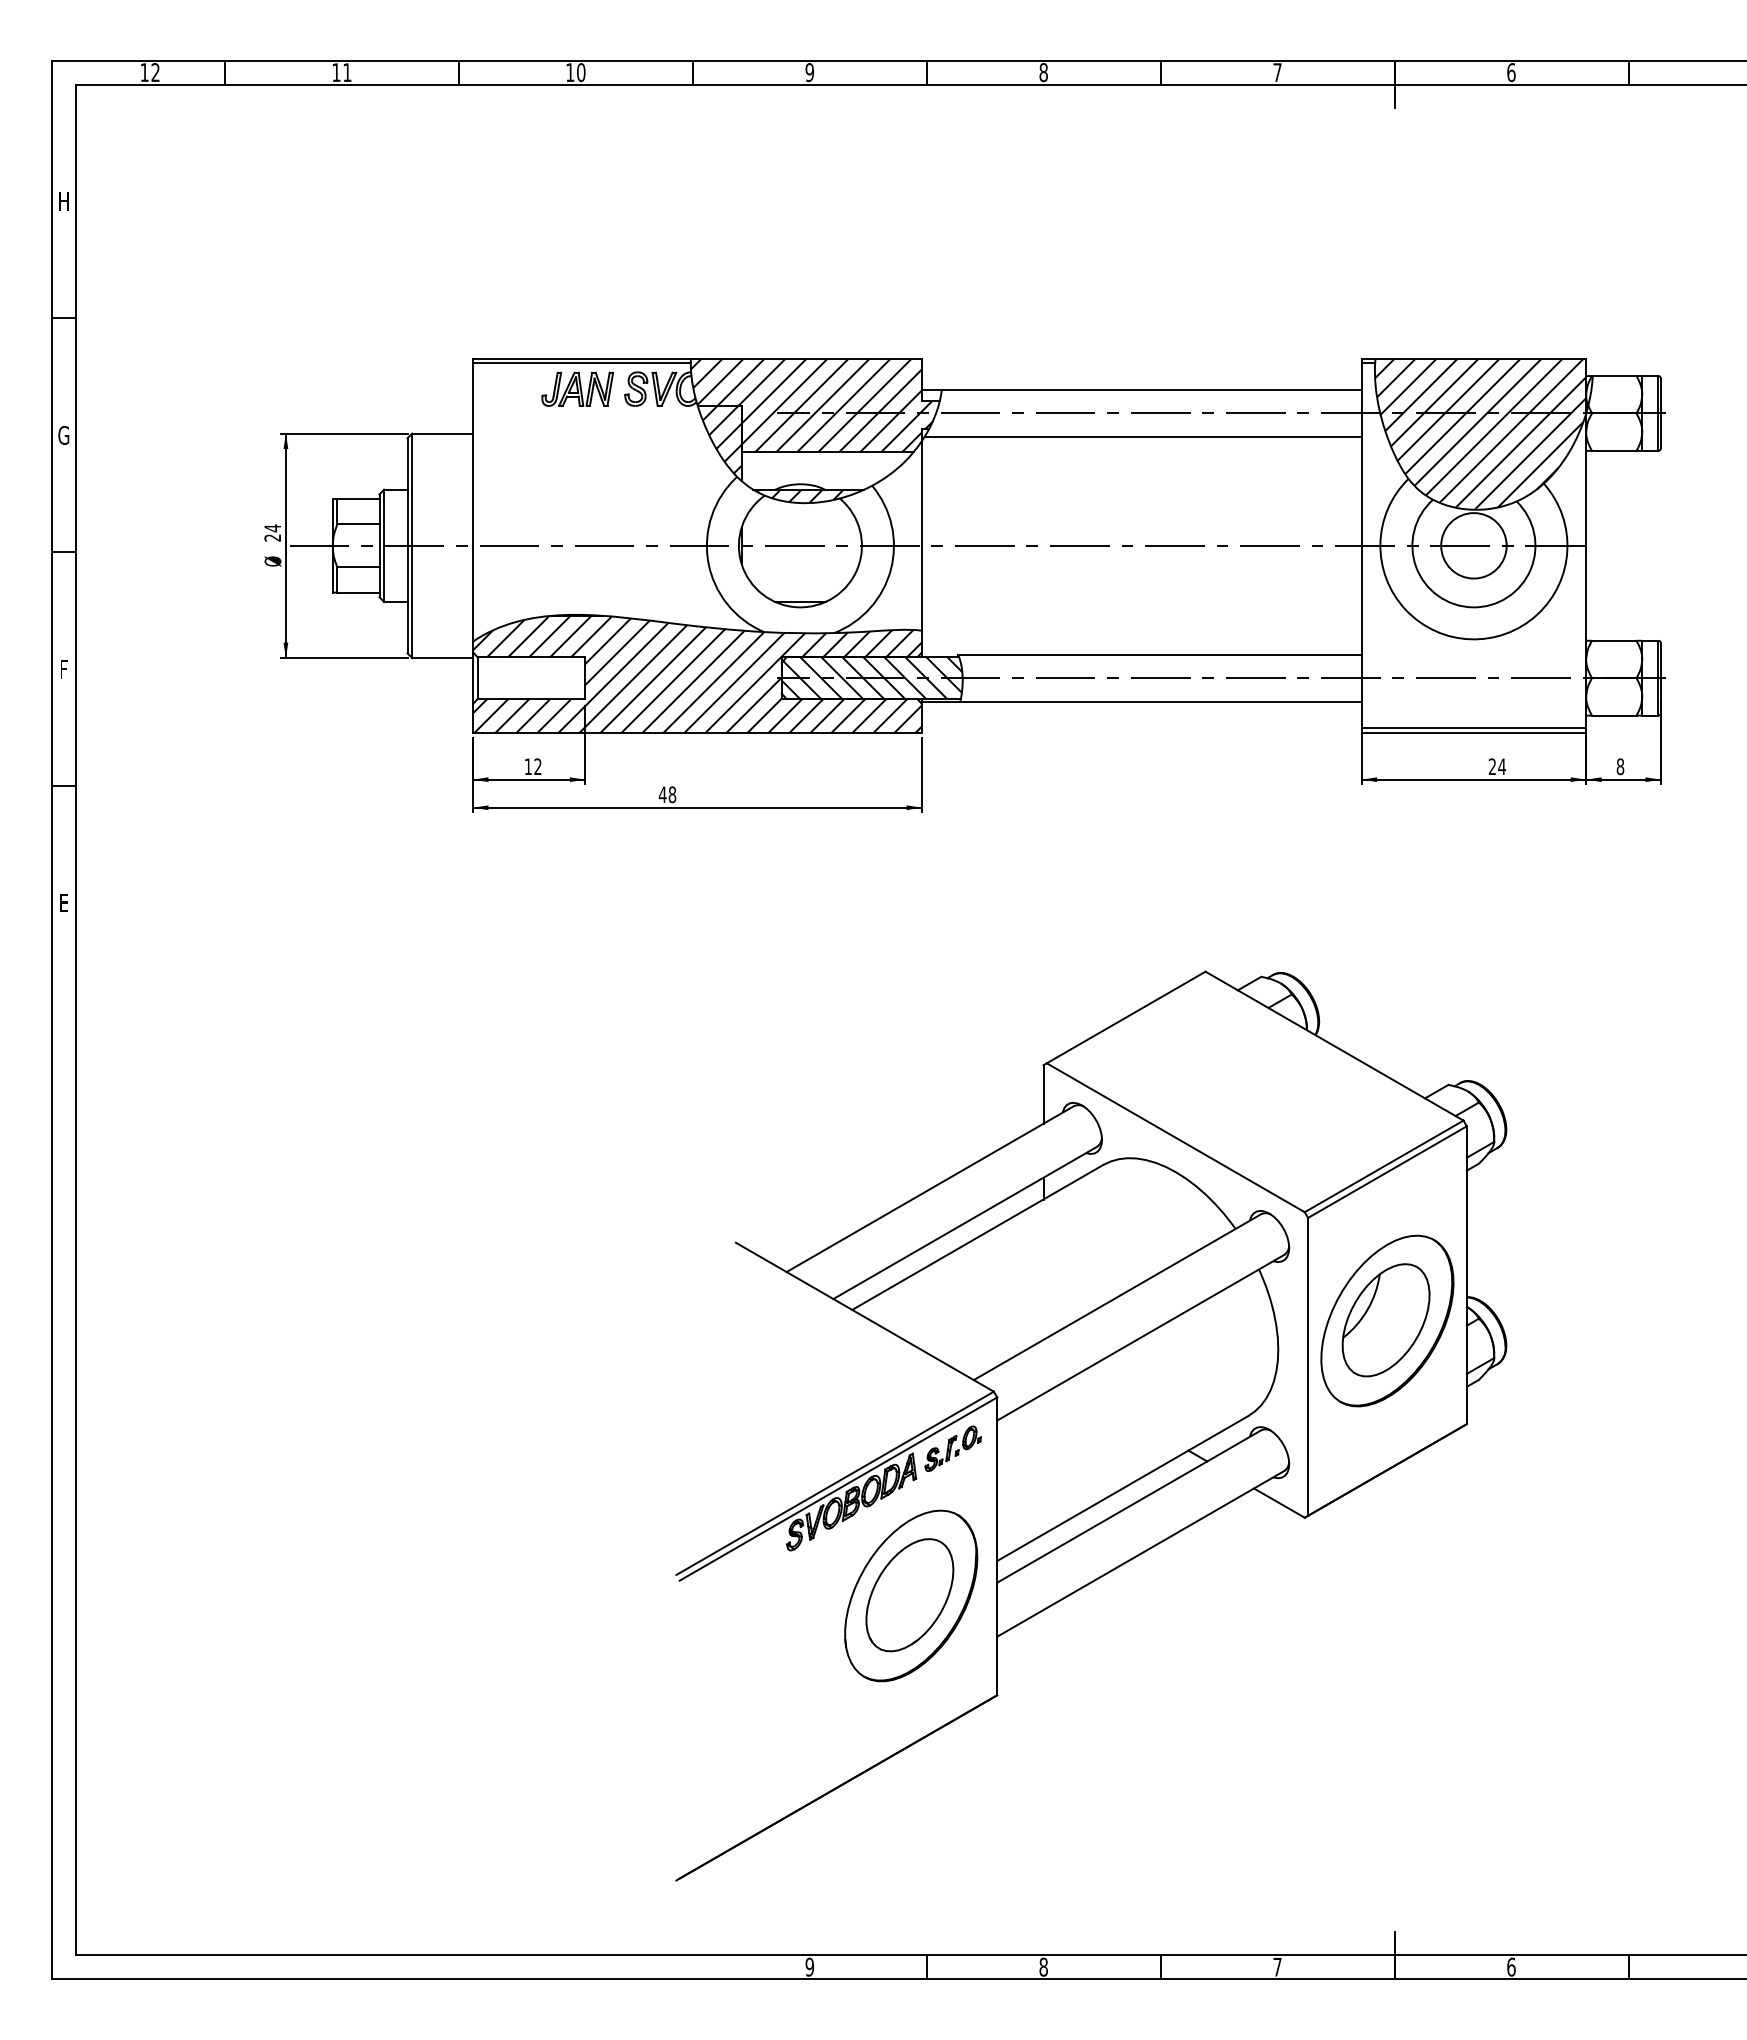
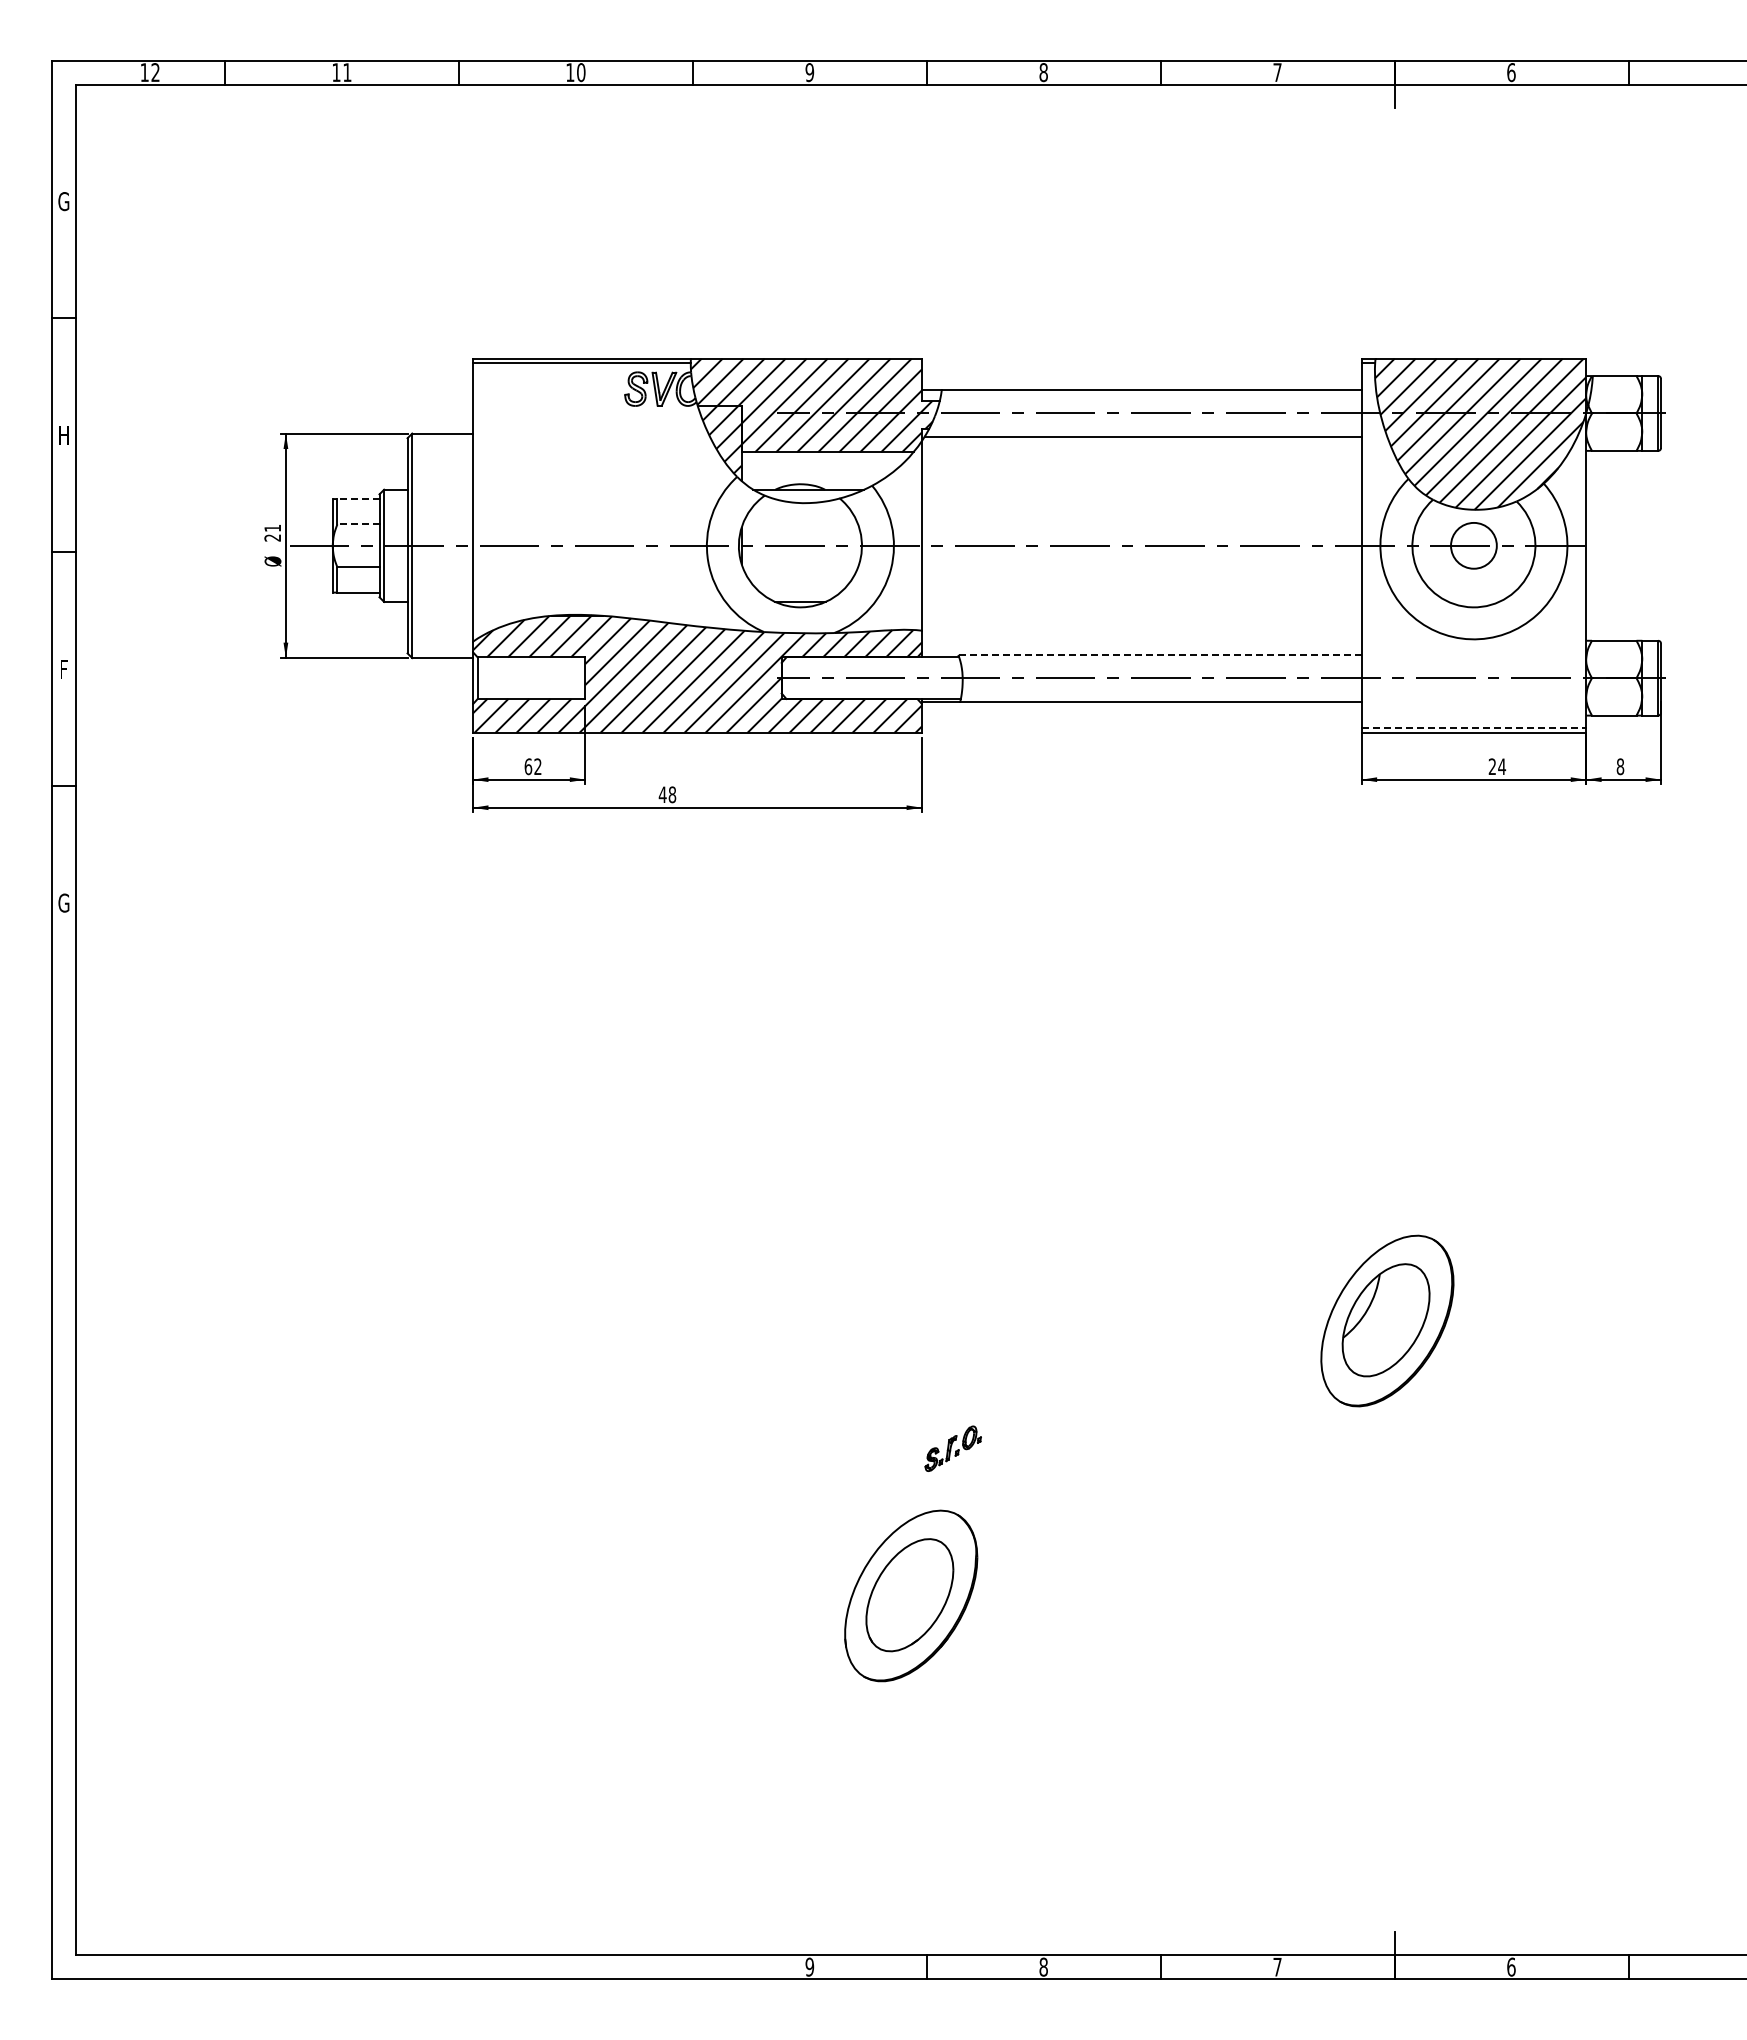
text at (63, 201): H -> G
part at (577, 388): present -> none
text at (63, 434): G -> H
hatch at (800, 496): present -> none
line at (357, 499): solid -> dashed
line at (357, 524): solid -> dashed
text at (272, 528): 24 -> 21
circle at (1473, 545) diameter: 65 px -> 46 px
line at (1160, 654): solid -> dashed
hatch at (871, 677): present -> none
line at (1474, 728): solid -> dashed
text at (528, 766): 12 -> 62
text at (63, 902): E -> G
part at (1091, 1425): present -> none
